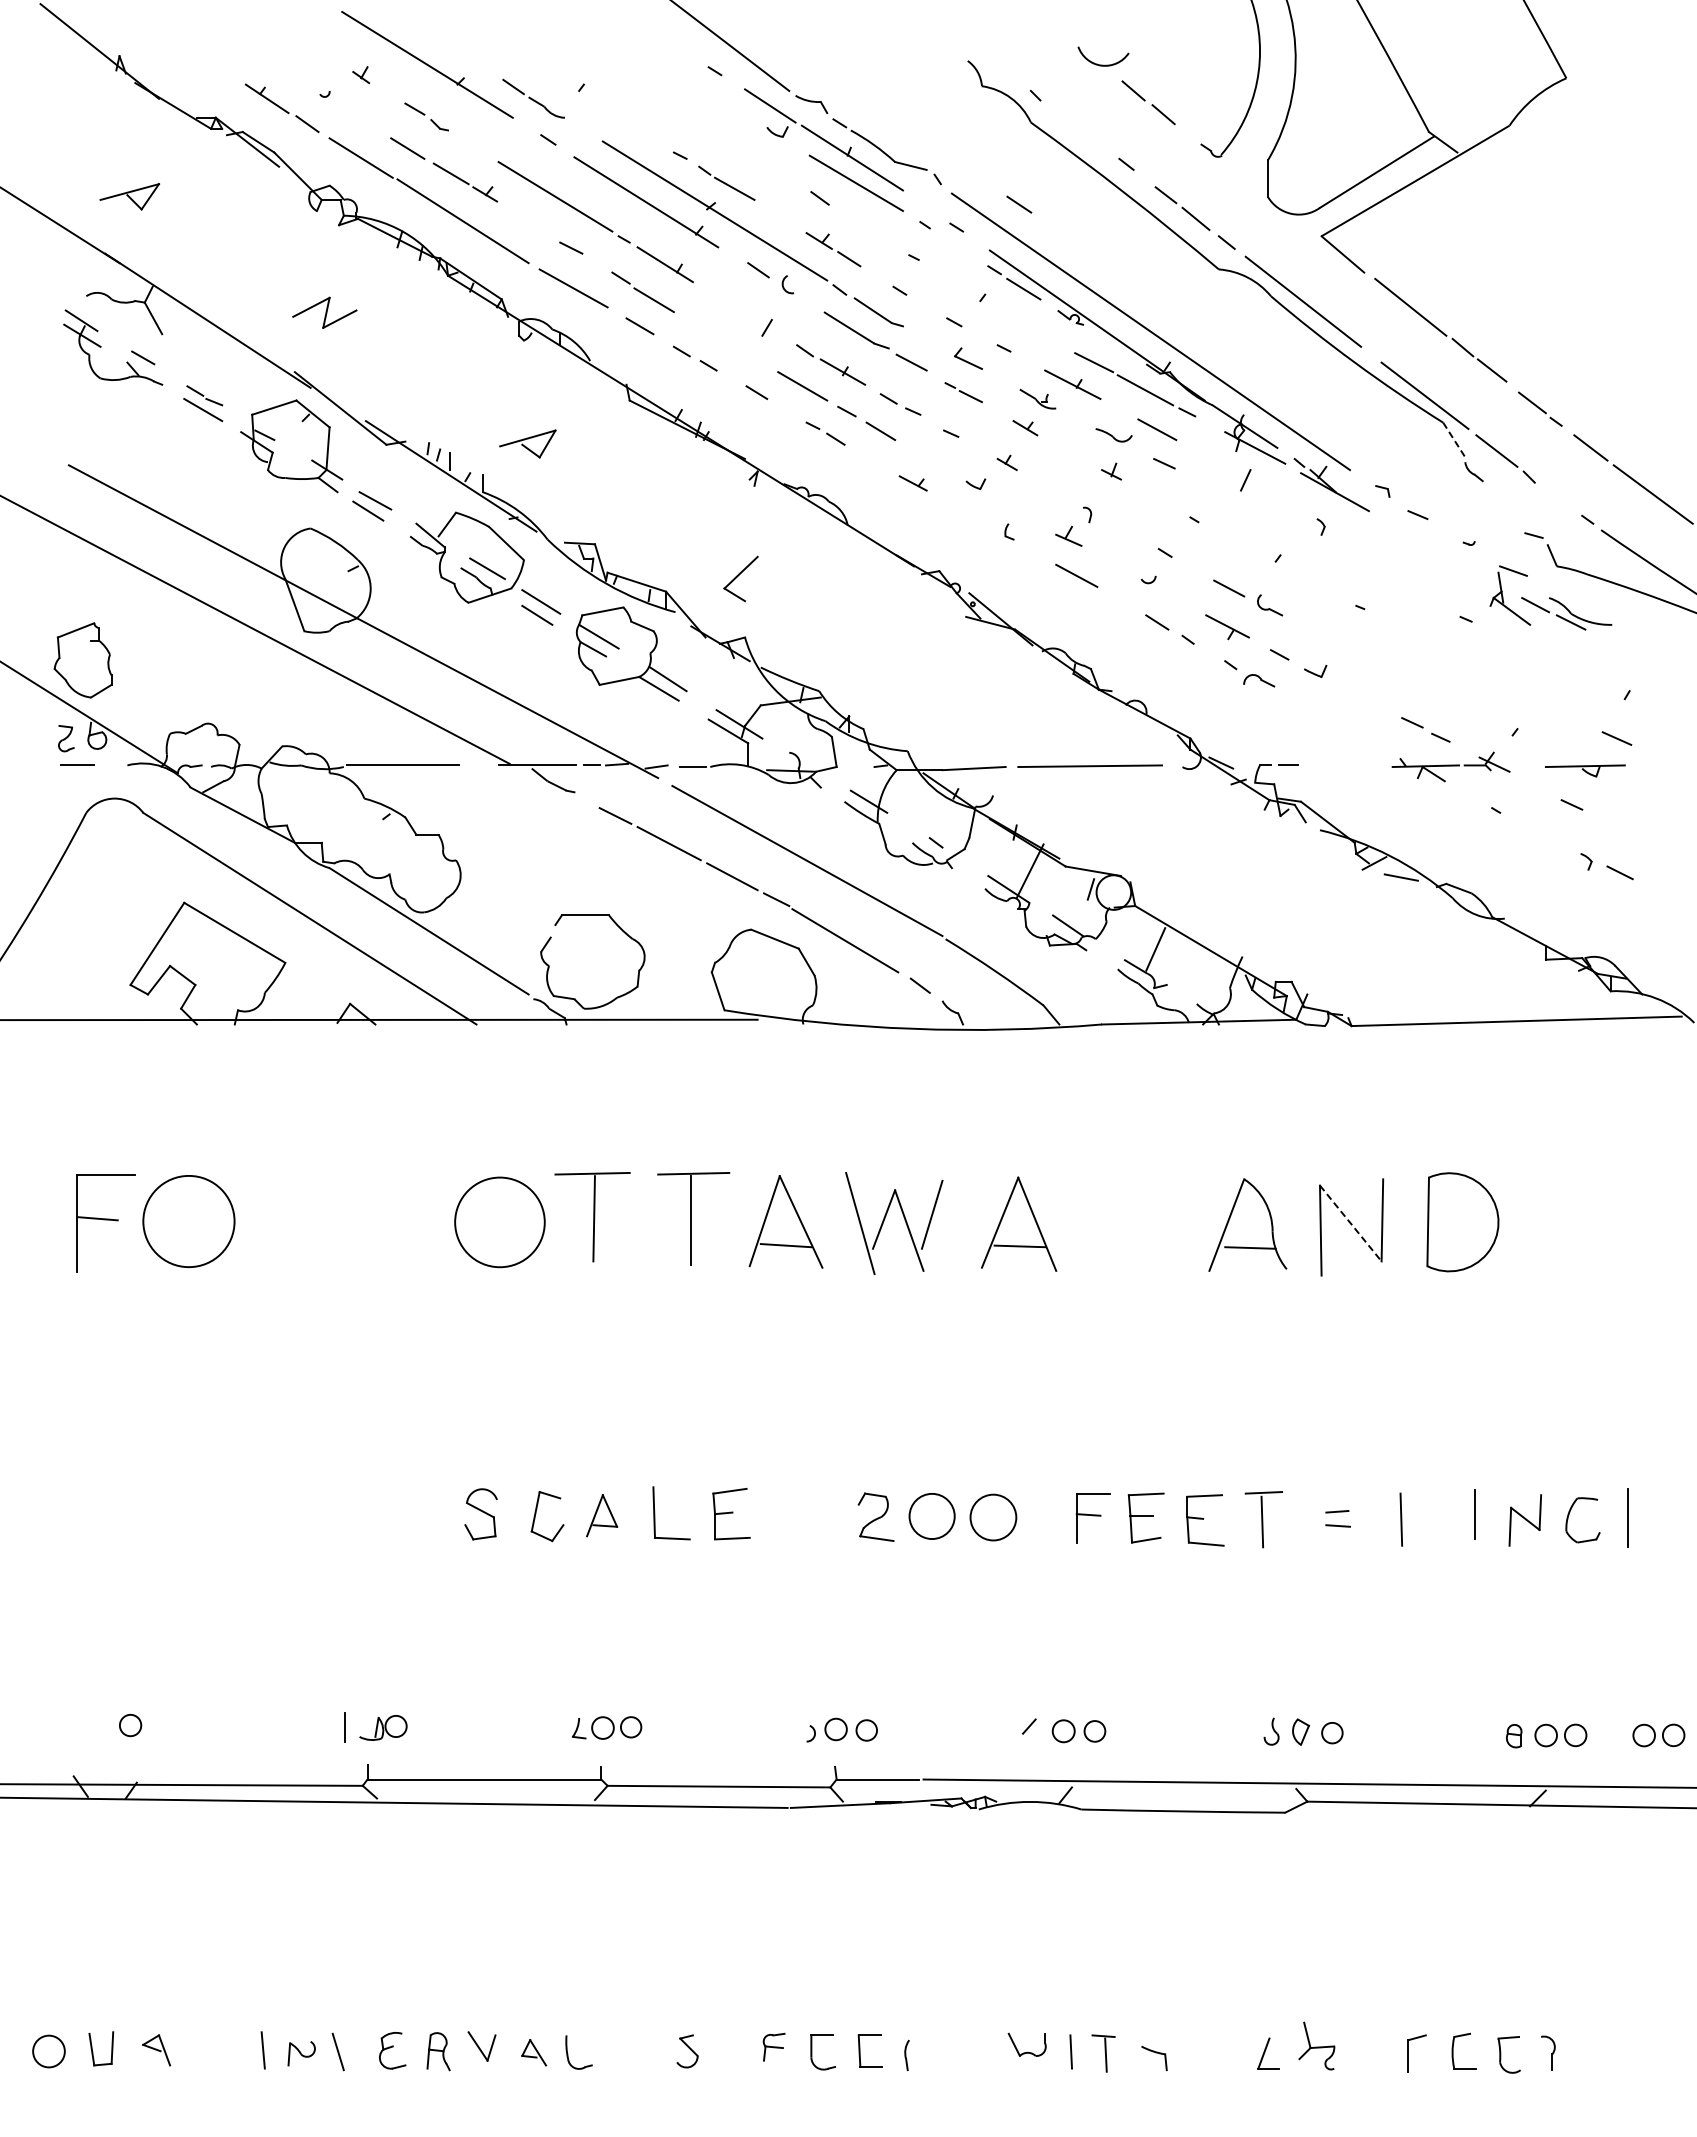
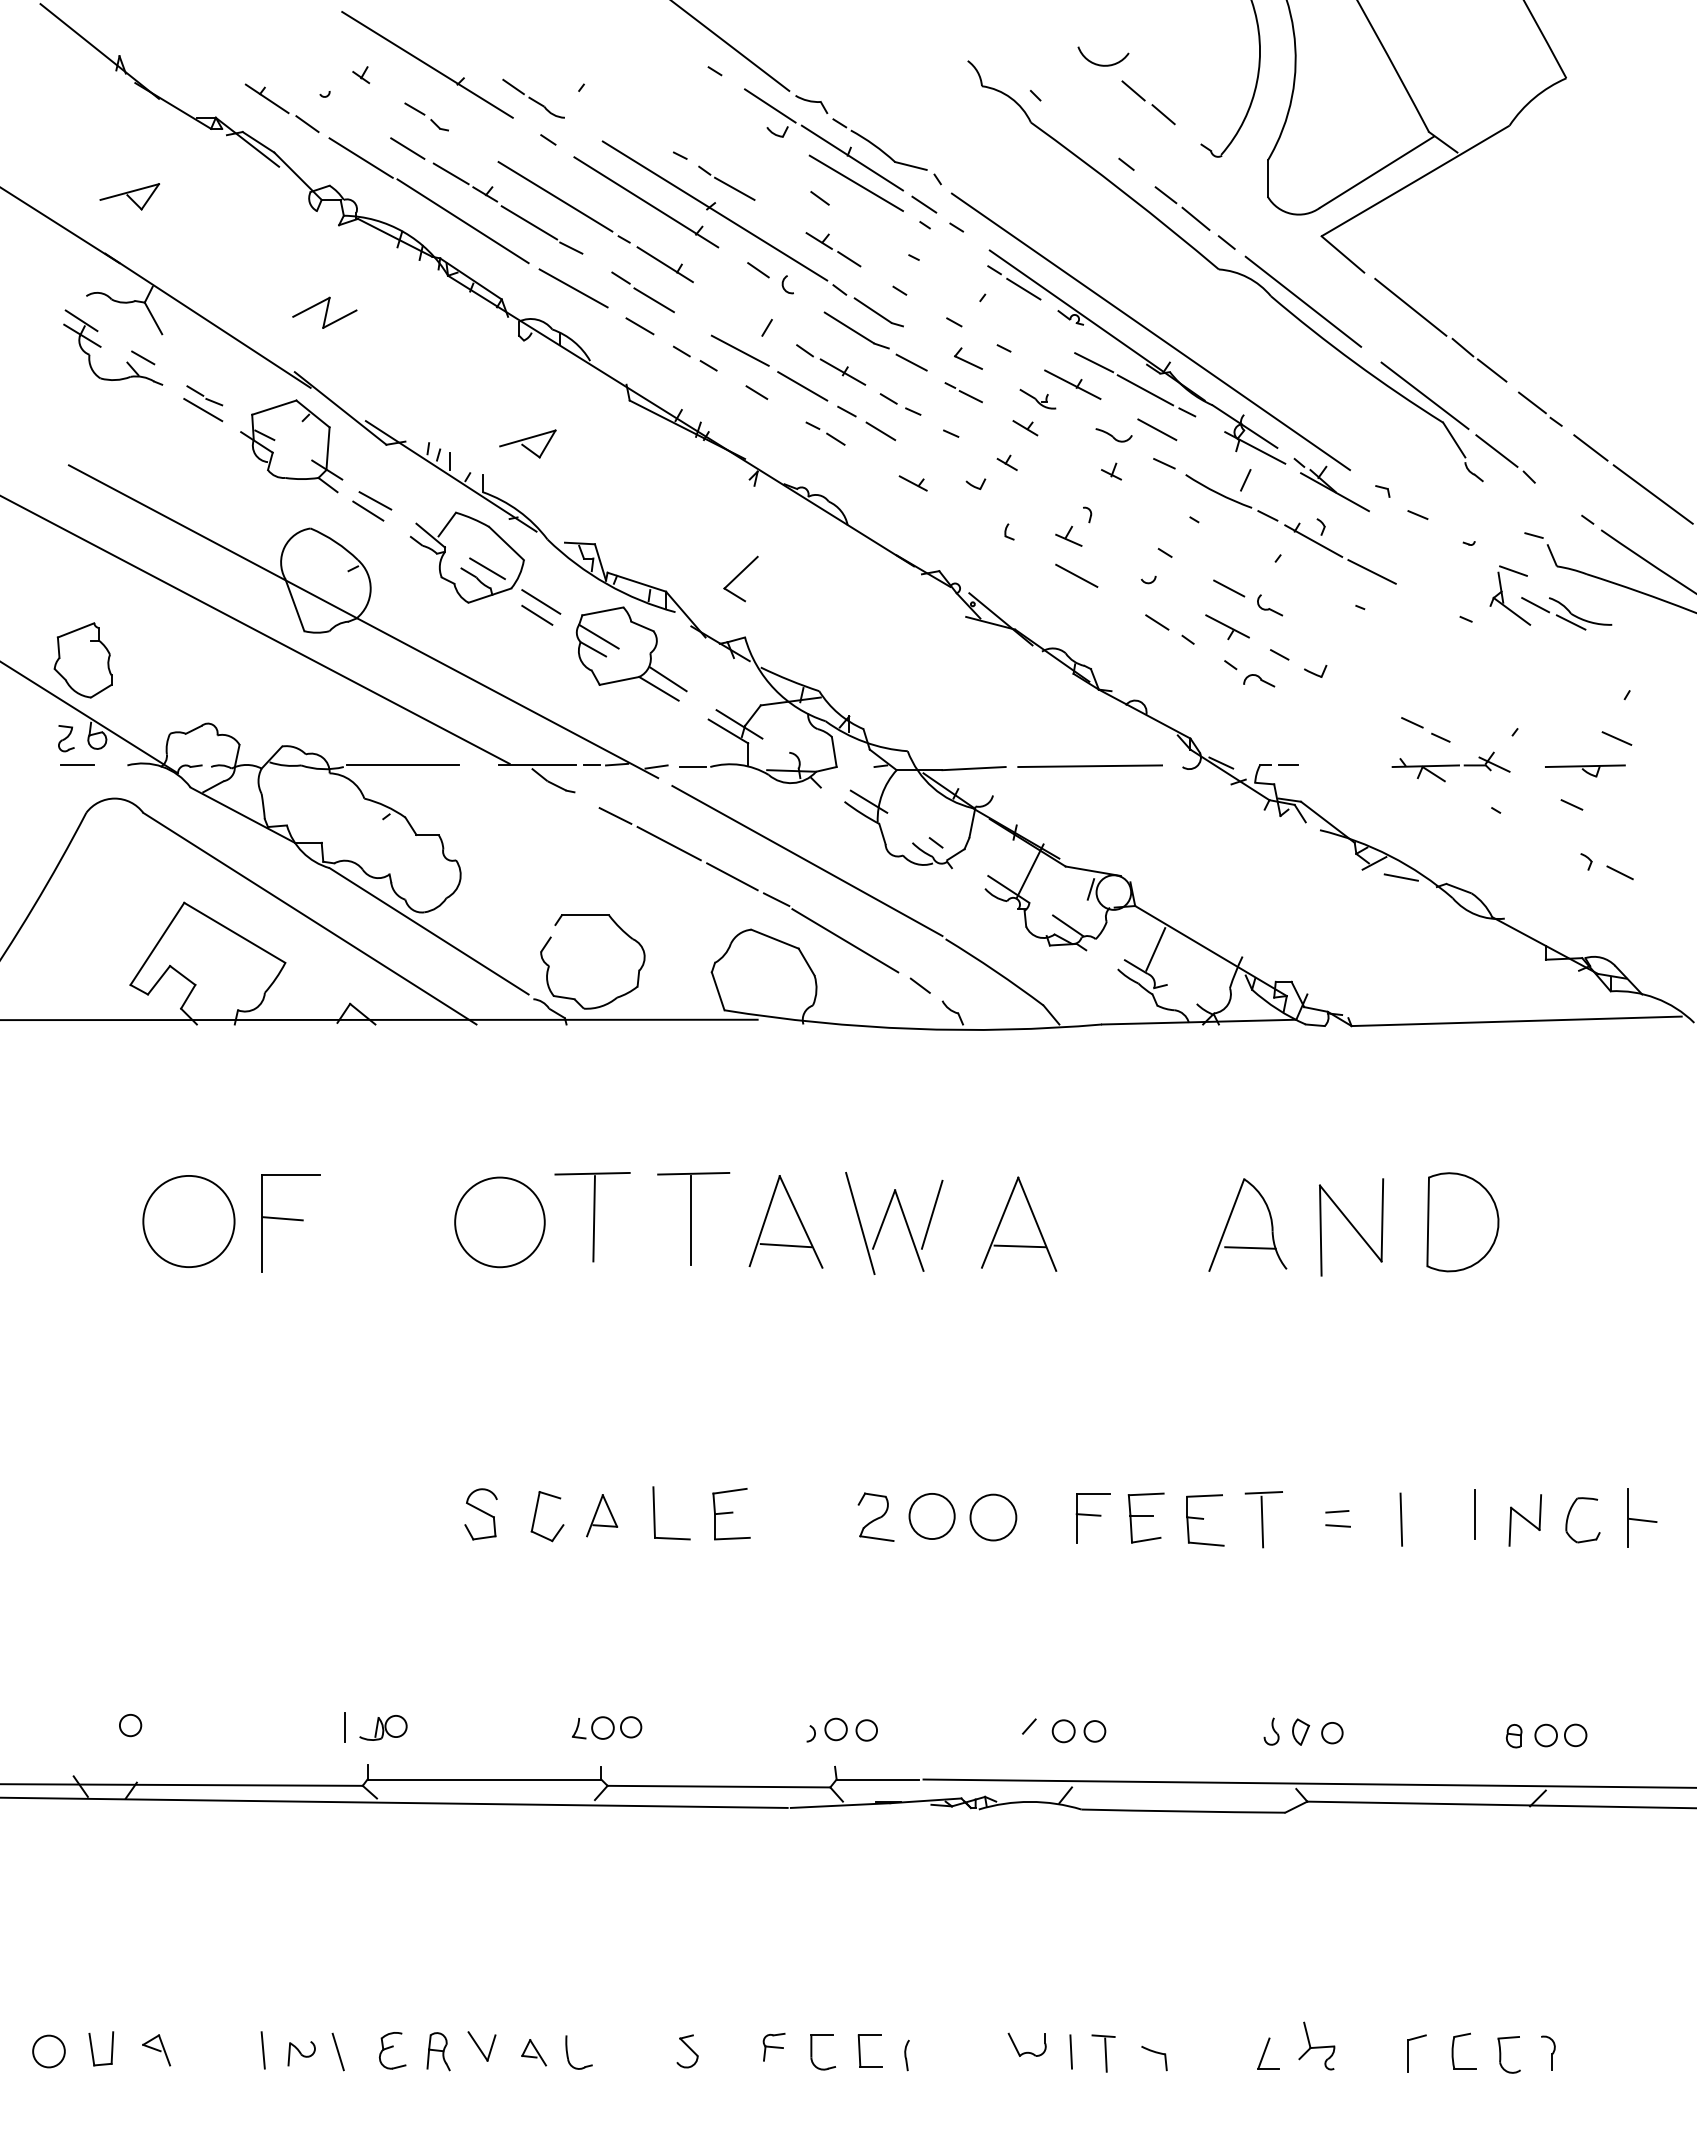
line at (1019, 204) position: (1019, 204) -> (924, 204)
line at (529, 222): none -> present
line at (739, 350): none -> present
line at (1454, 440): dashed -> solid
part at (1290, 529): none -> present
part at (105, 1223) position: (105, 1223) -> (290, 1223)
line at (1350, 1223): dashed -> solid
line at (1642, 1520): none -> present
part at (1658, 1735): present -> none
